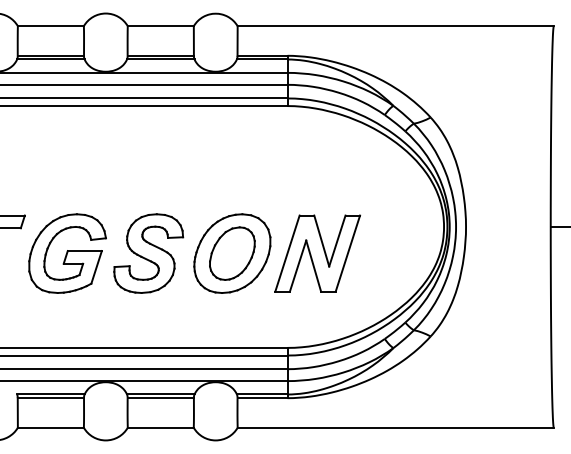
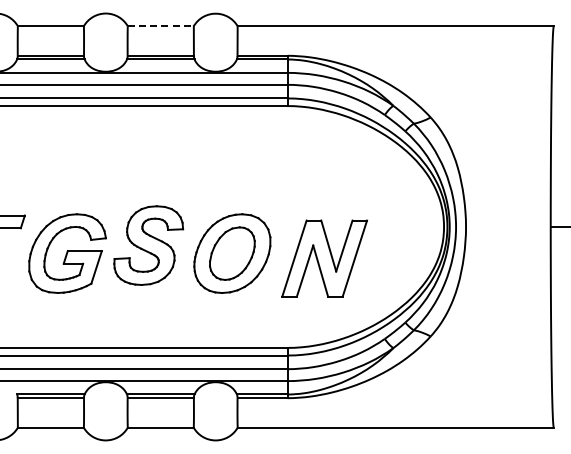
line at (161, 26): solid -> dashed
part at (148, 253) position: (148, 253) -> (148, 245)
part at (317, 253) position: (317, 253) -> (324, 258)
